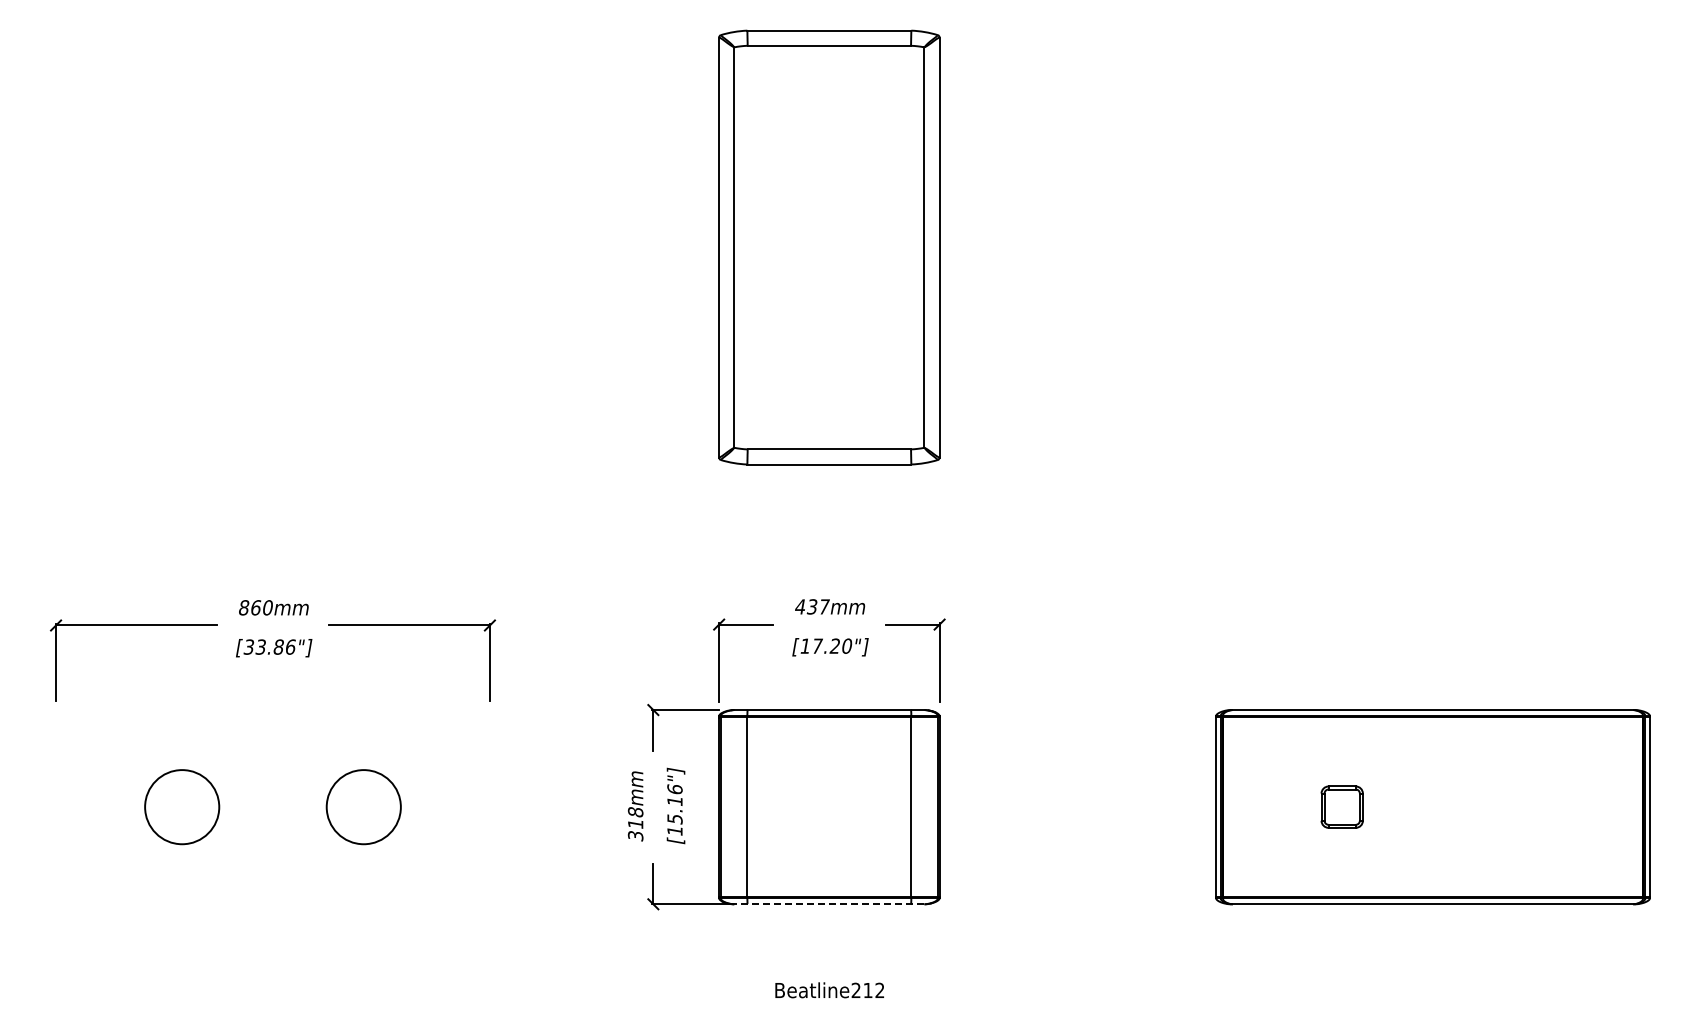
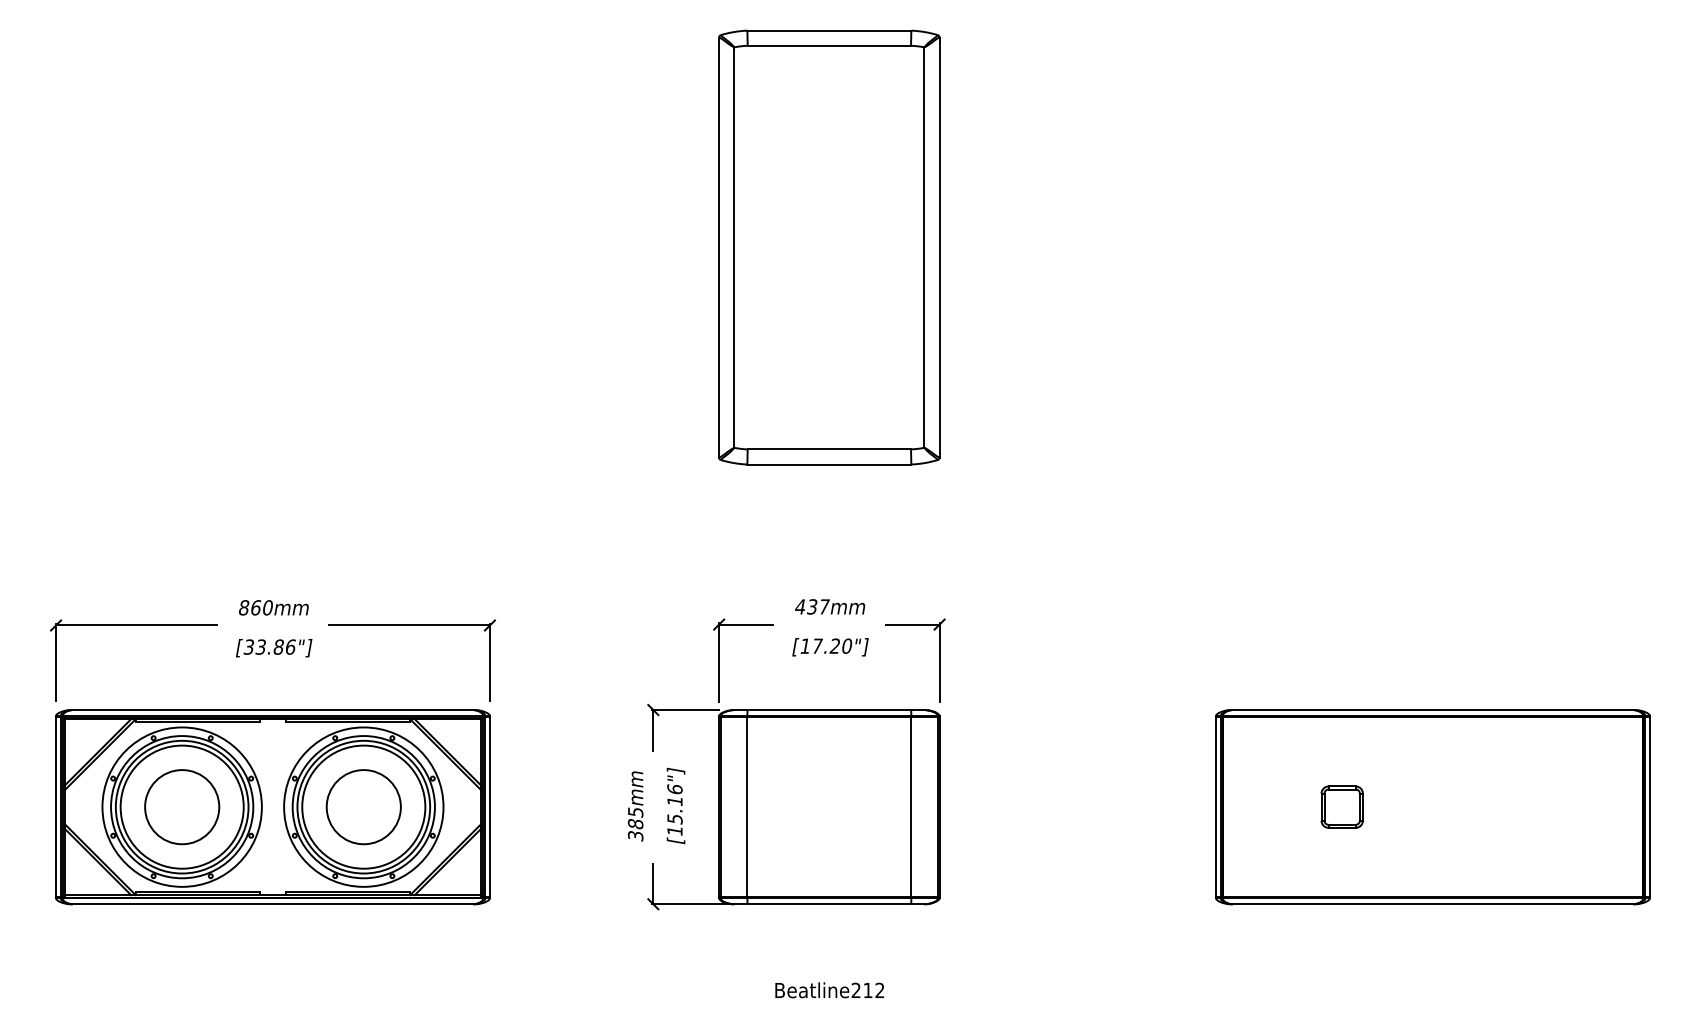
part at (272, 807): none -> present
text at (635, 818): 318mm -> 385mm
line at (828, 904): dashed -> solid
